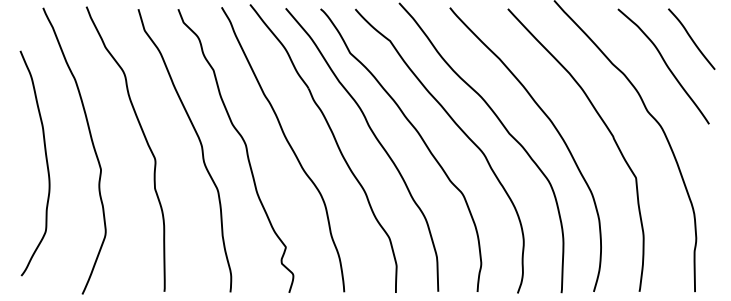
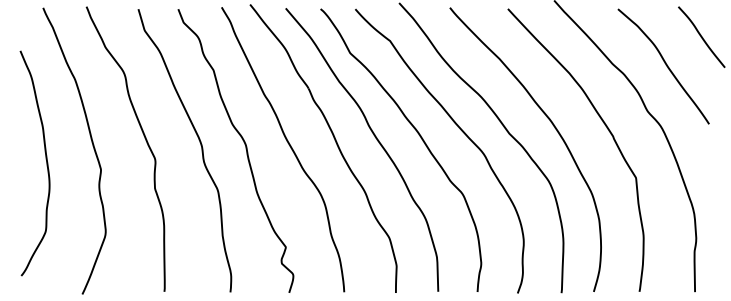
curve at (691, 38) position: (691, 38) -> (701, 36)
